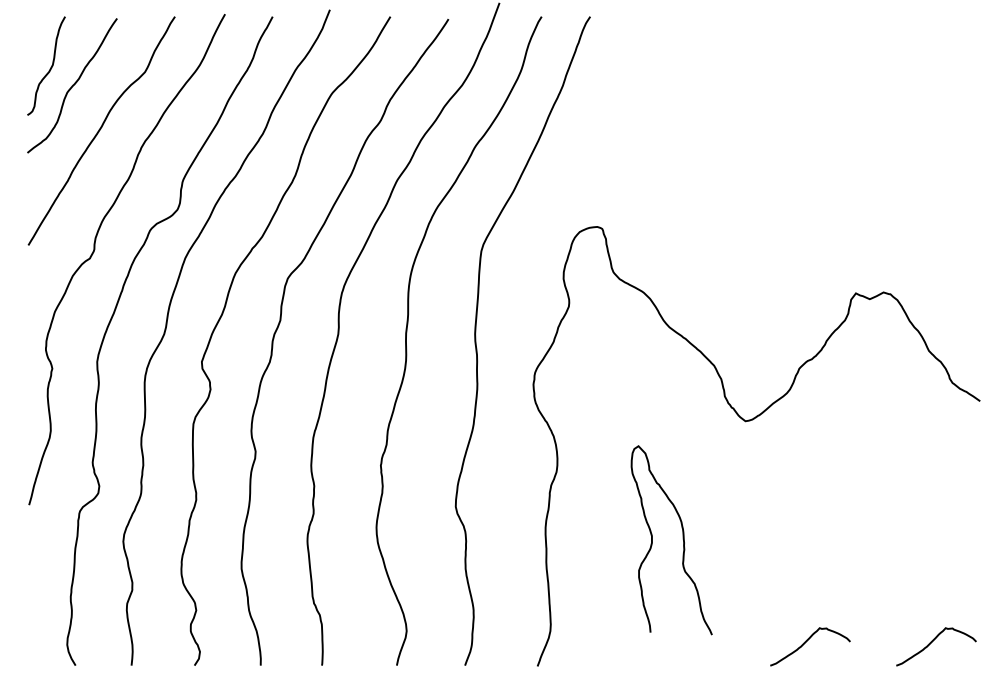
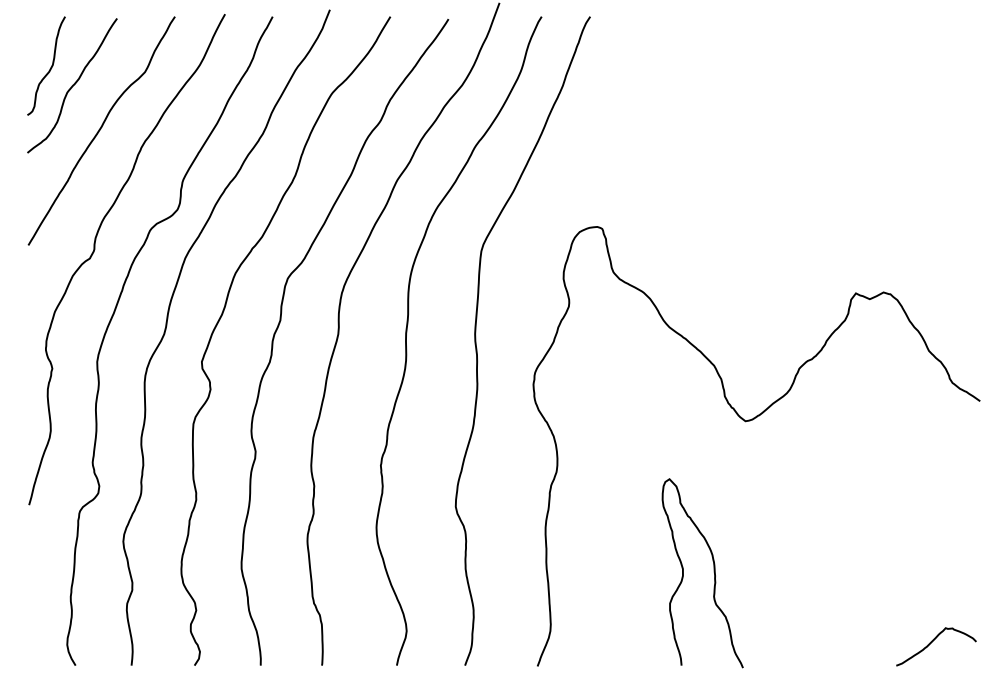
curve at (682, 539) position: (682, 539) -> (713, 572)
curve at (806, 642): present -> none
